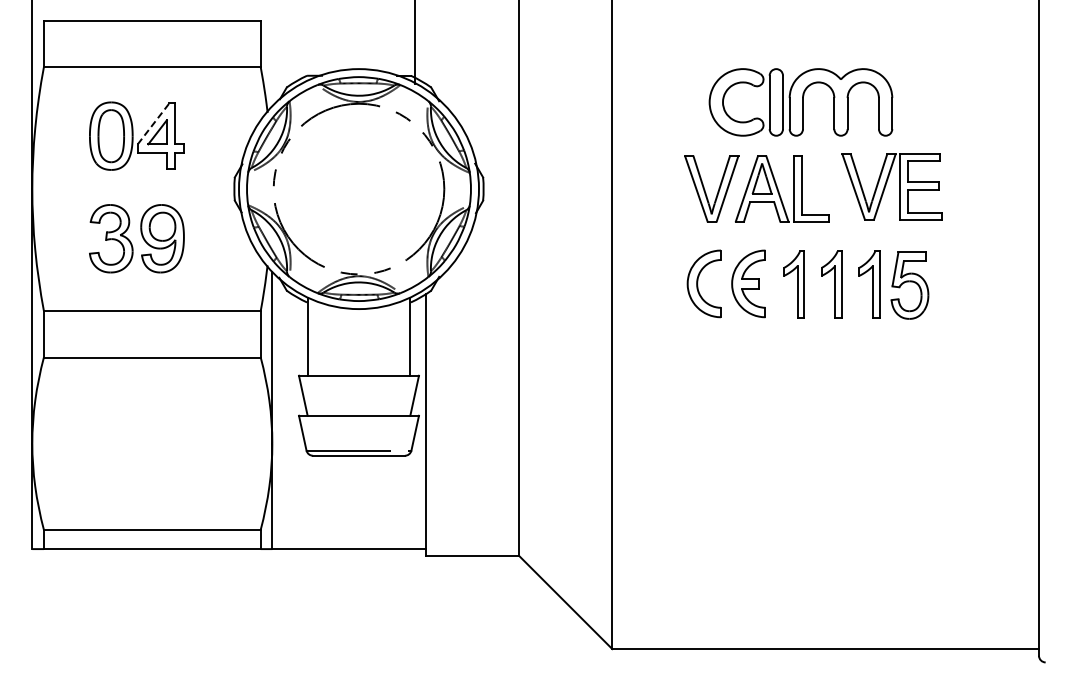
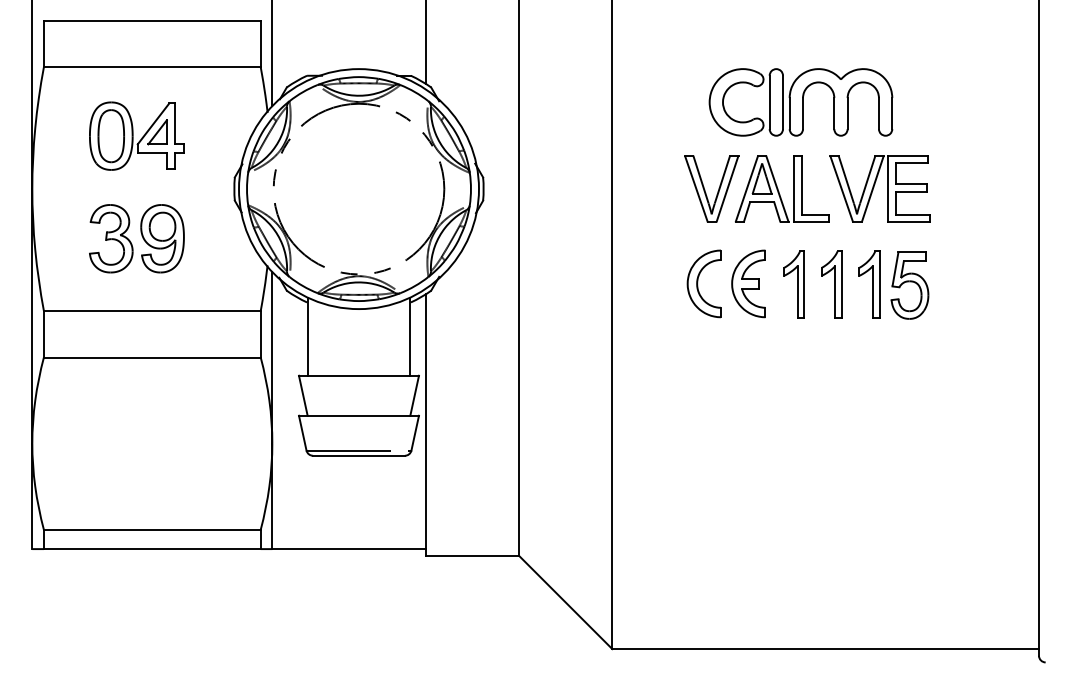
line at (414, 42) position: (414, 42) -> (425, 42)
line at (272, 54): none -> present
line at (153, 123): dashed -> solid
part at (891, 186) position: (891, 186) -> (879, 188)
